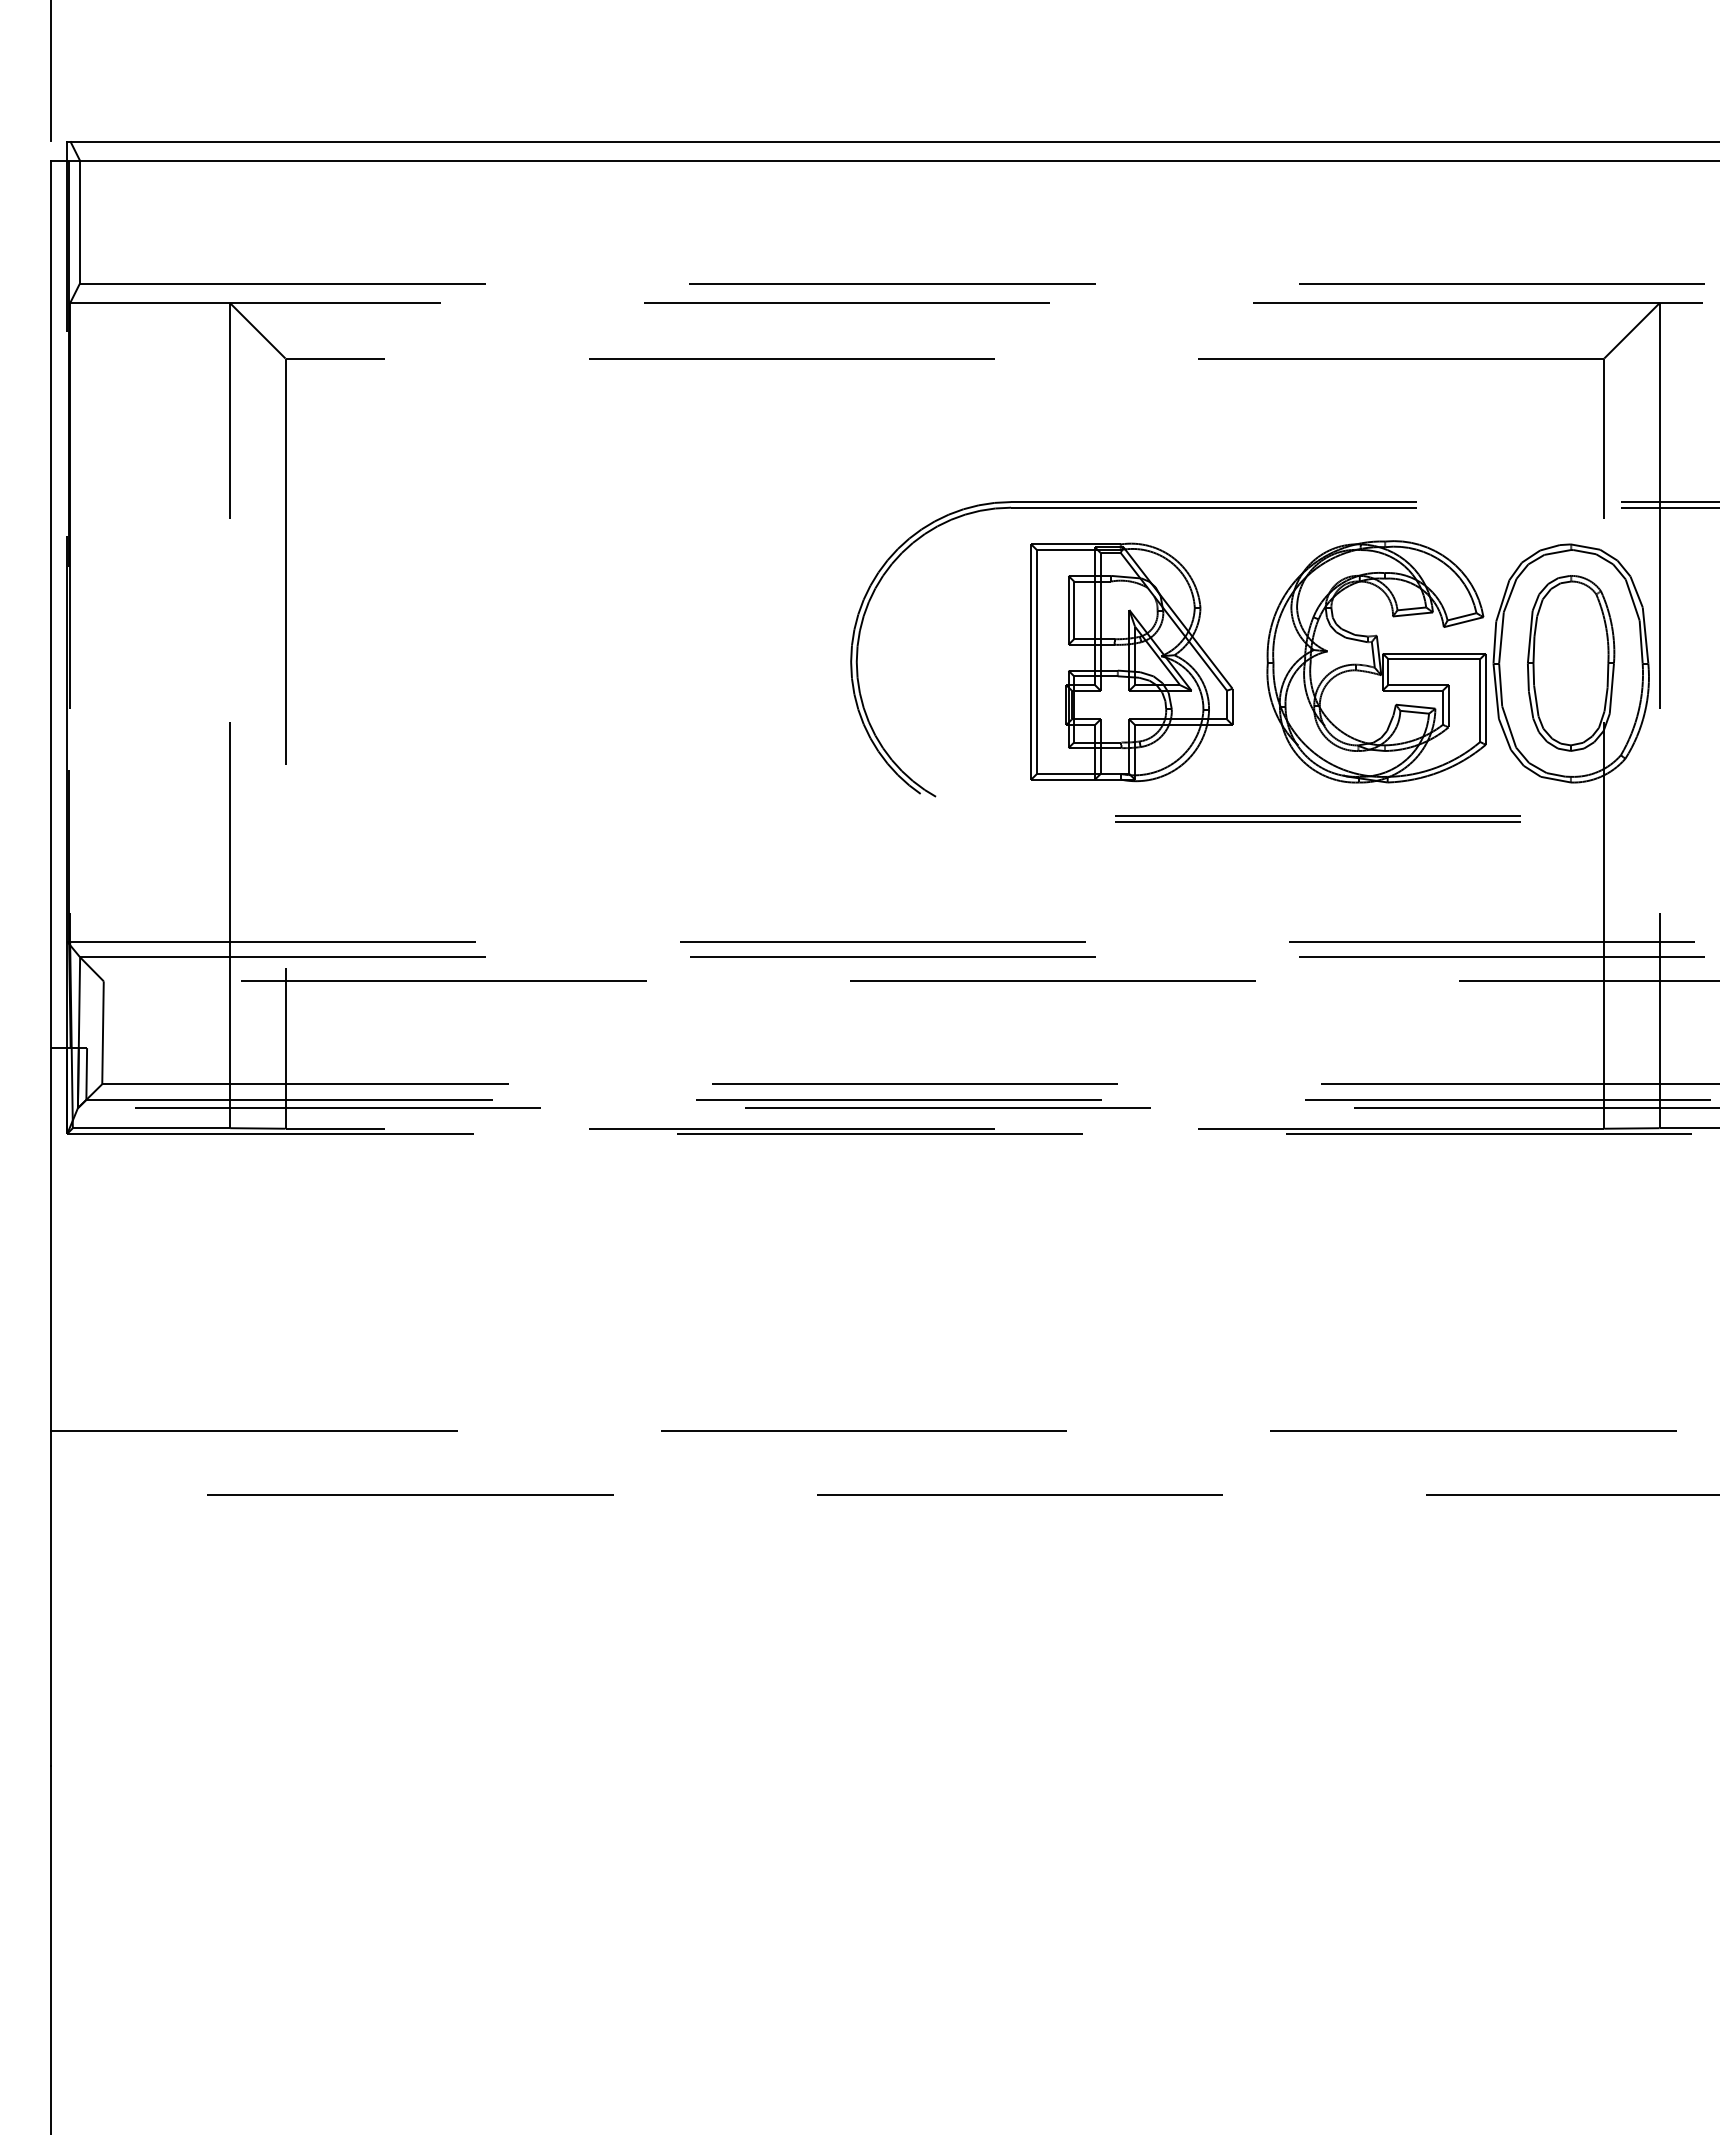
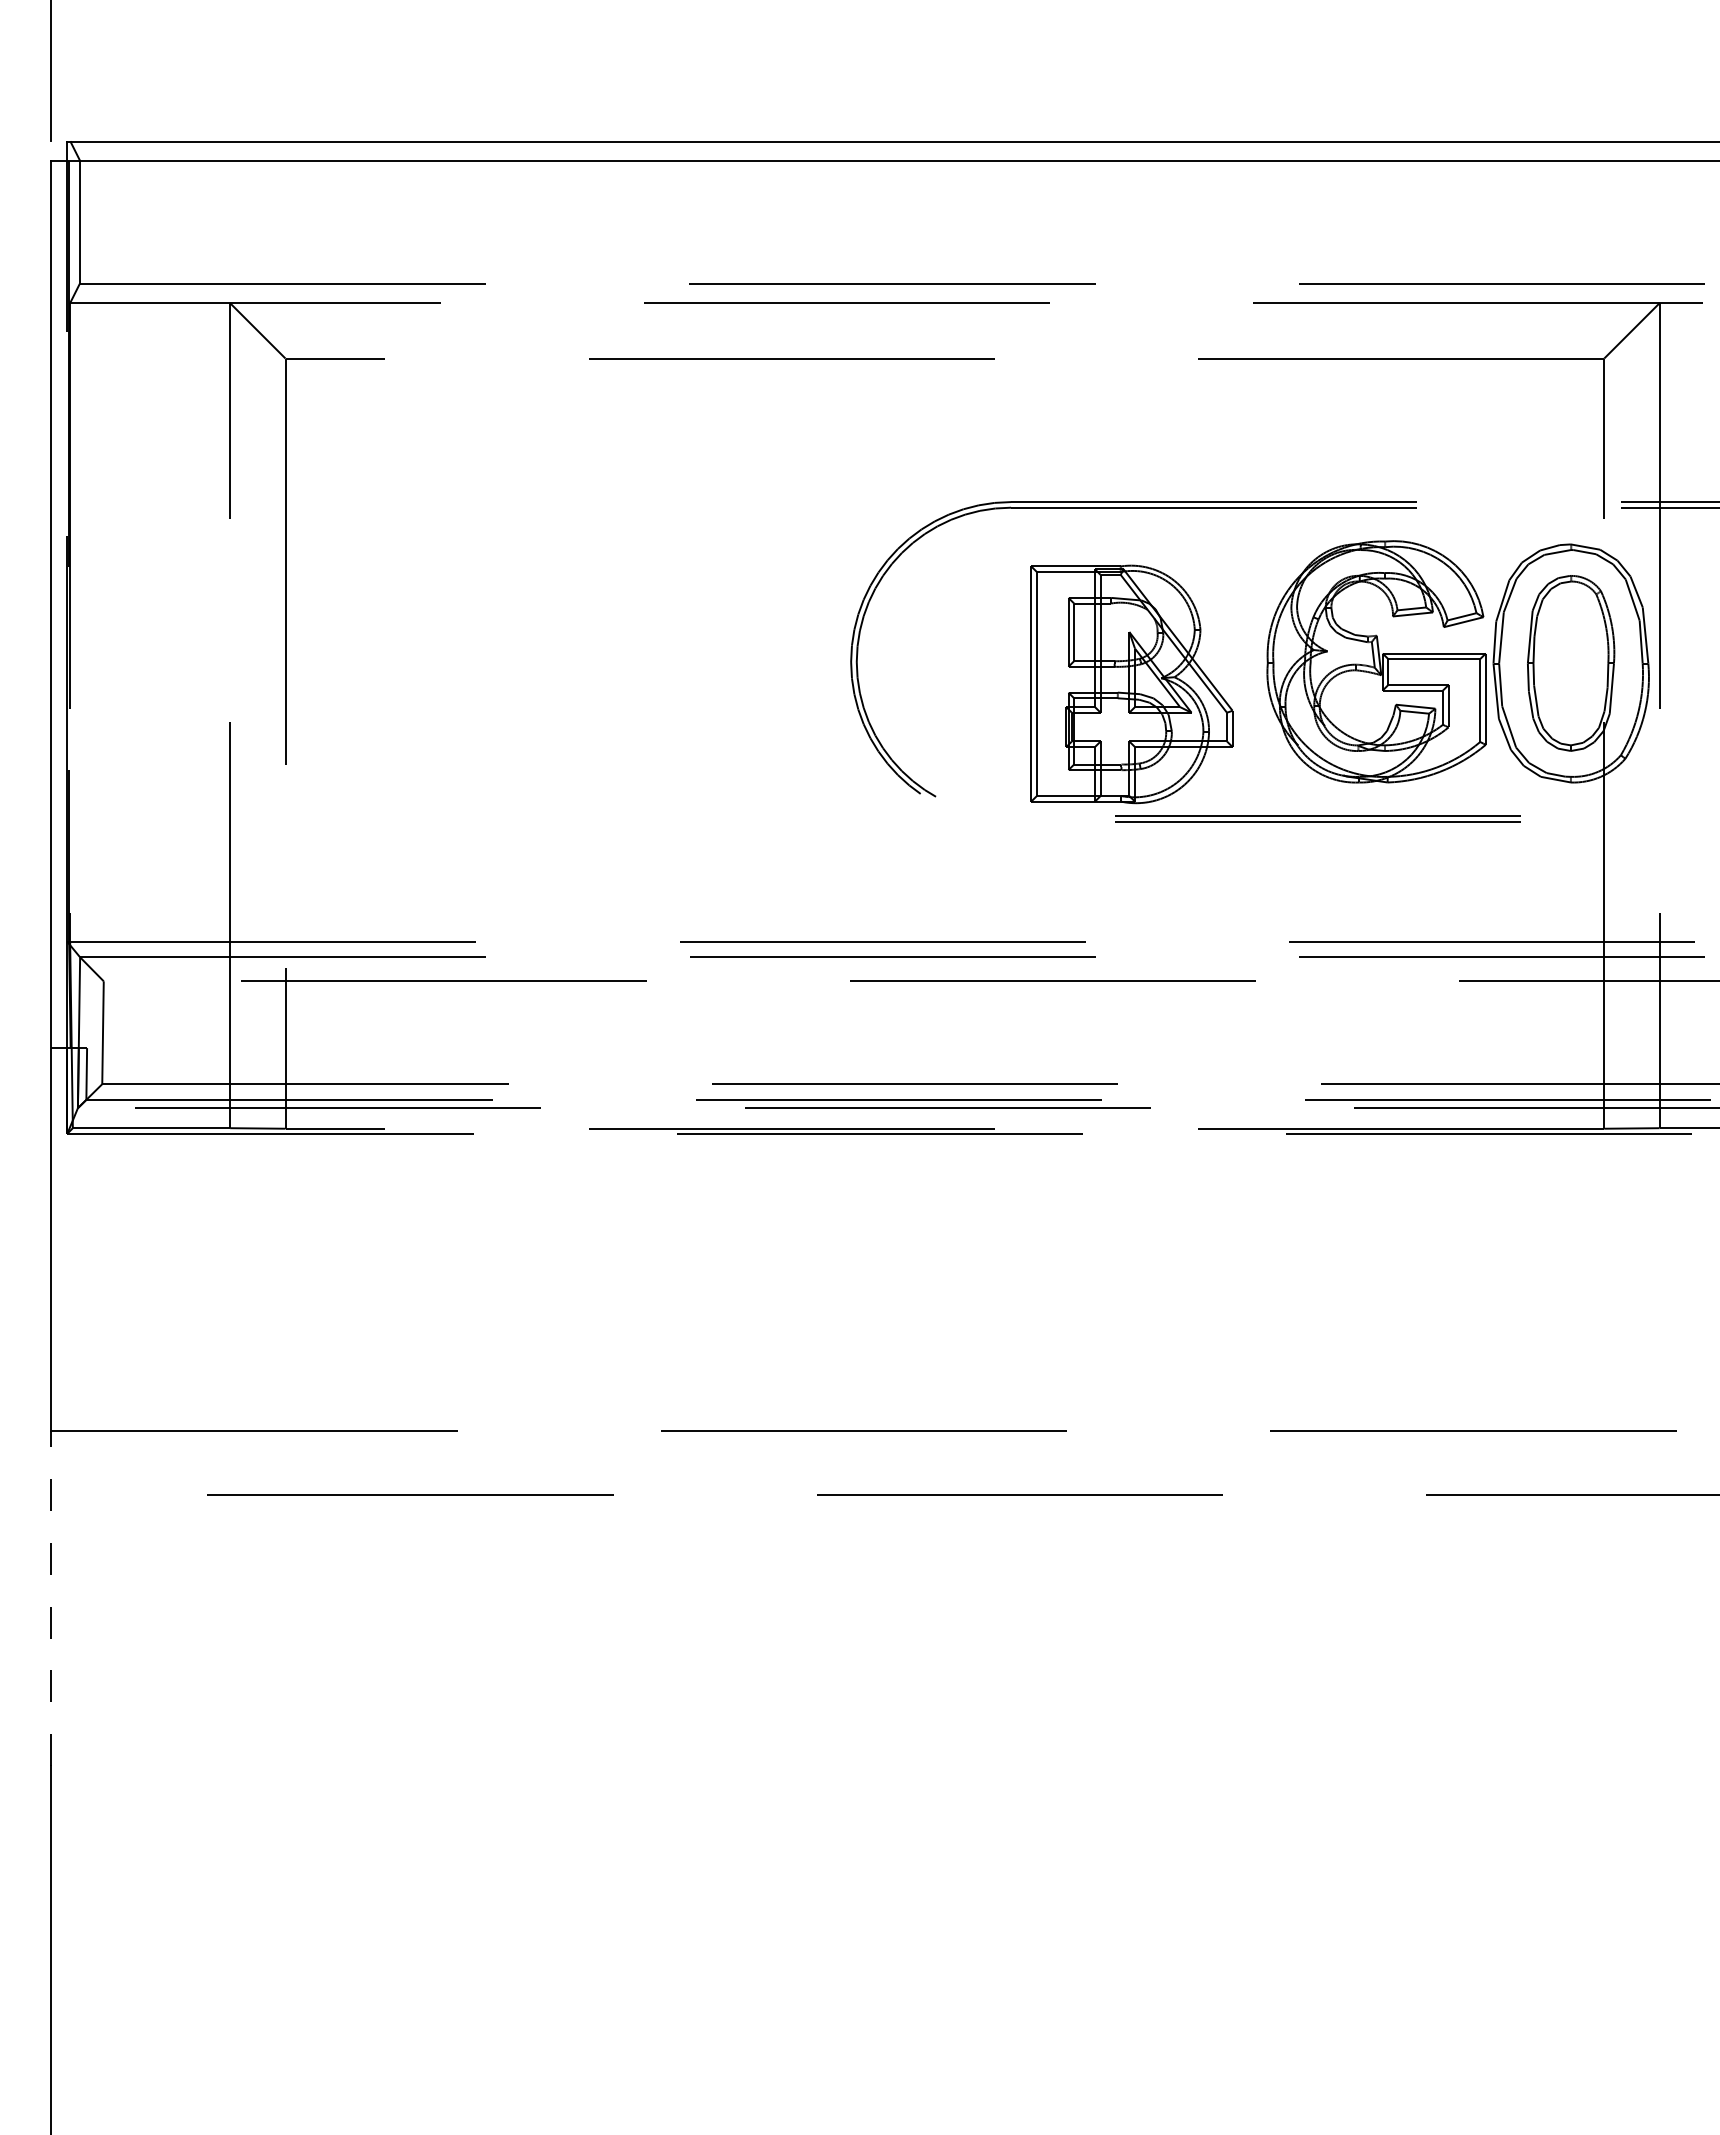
part at (1131, 662) position: (1131, 662) -> (1131, 684)
line at (51, 1598): solid -> dashed
